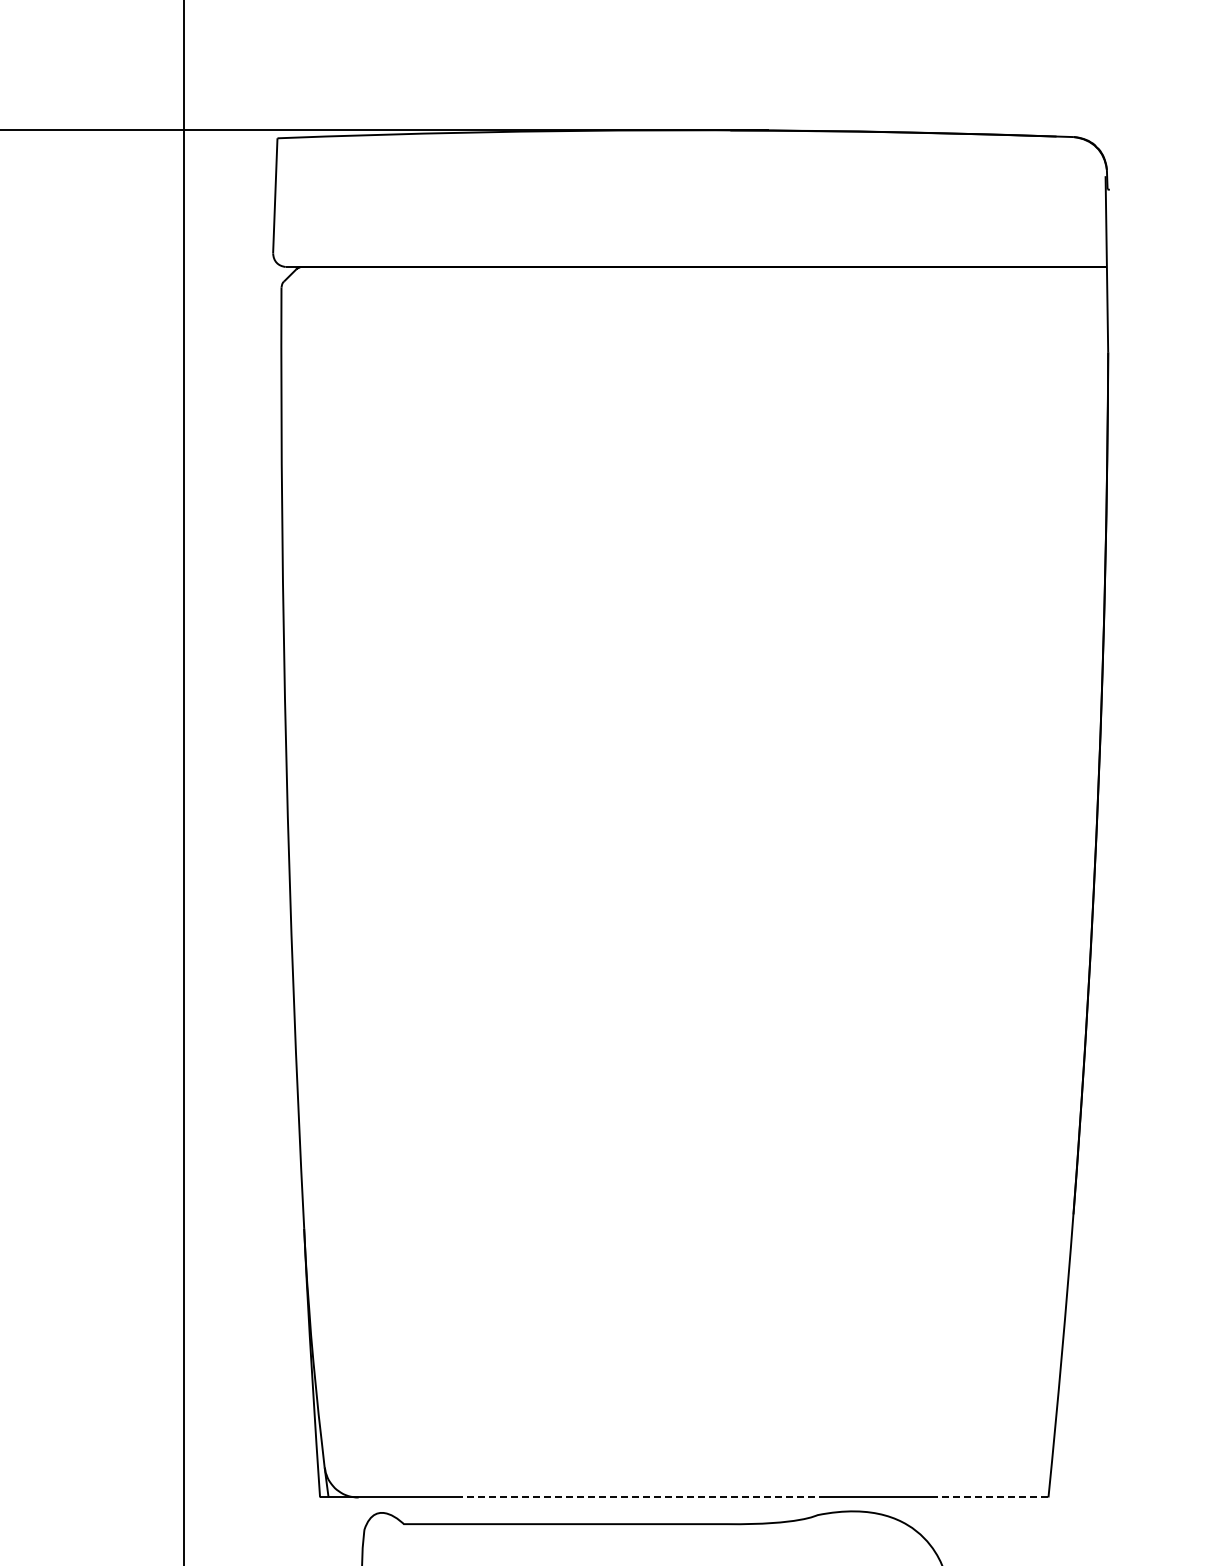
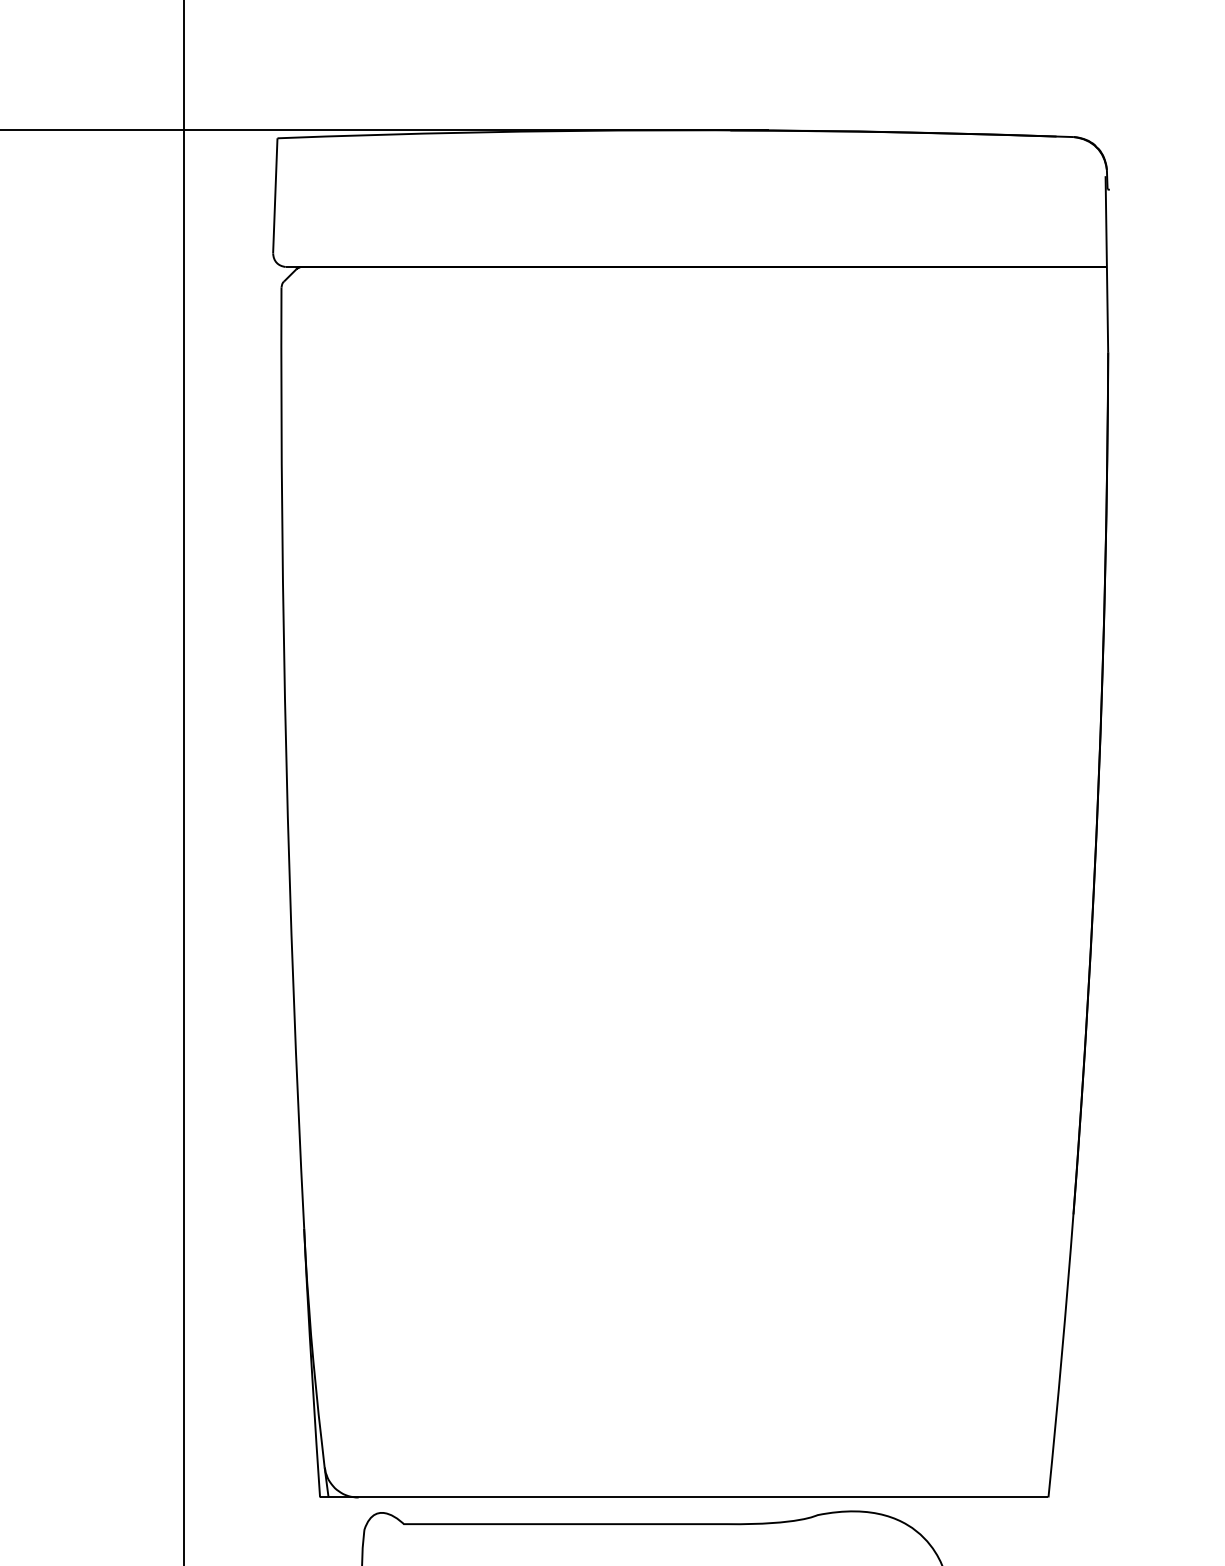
line at (644, 1497): dashed -> solid
line at (992, 1497): dashed -> solid
